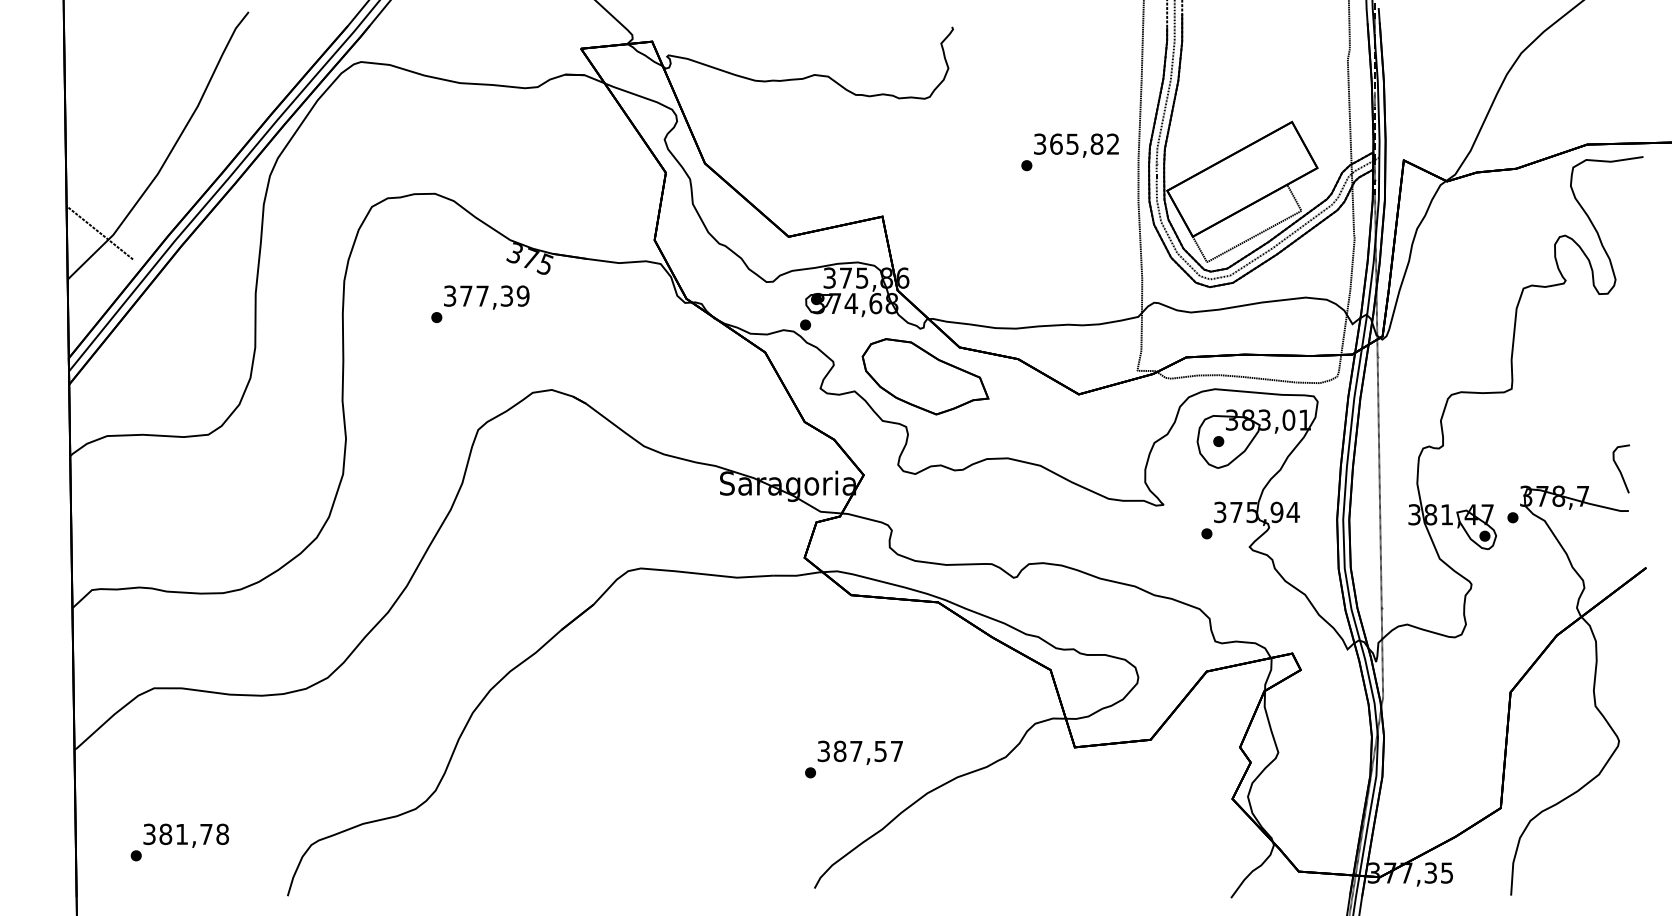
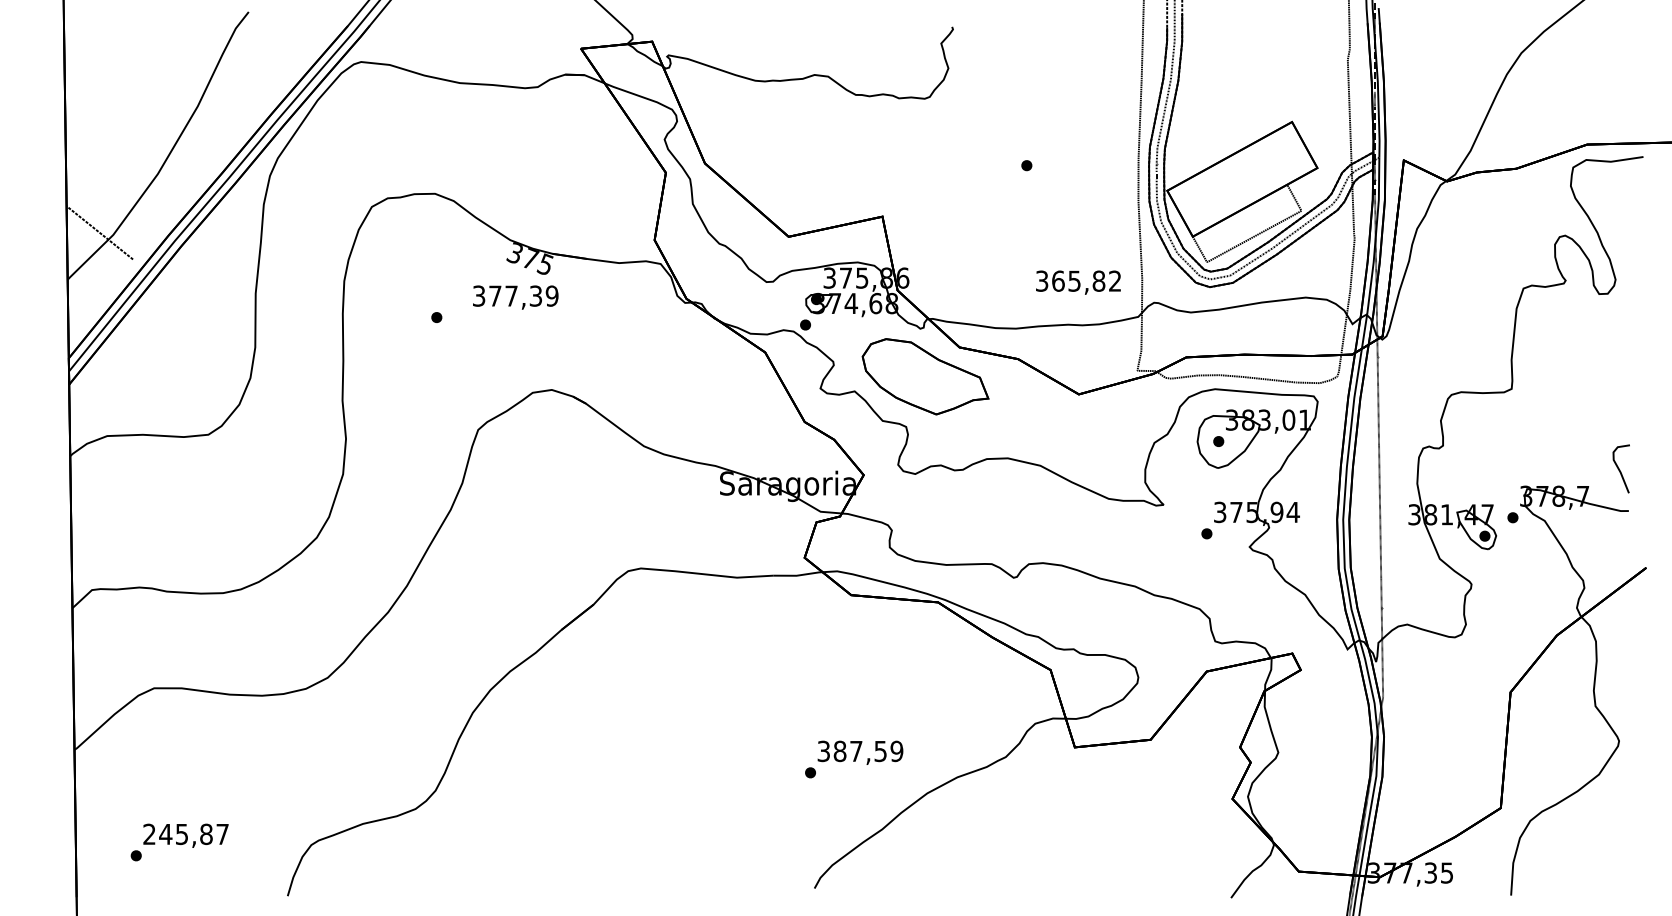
text at (1076, 145) position: (1076, 145) -> (1078, 282)
text at (486, 297) position: (486, 297) -> (515, 297)
text at (896, 751): 387,57 -> 387,59
text at (186, 834): 381,78 -> 245,87
